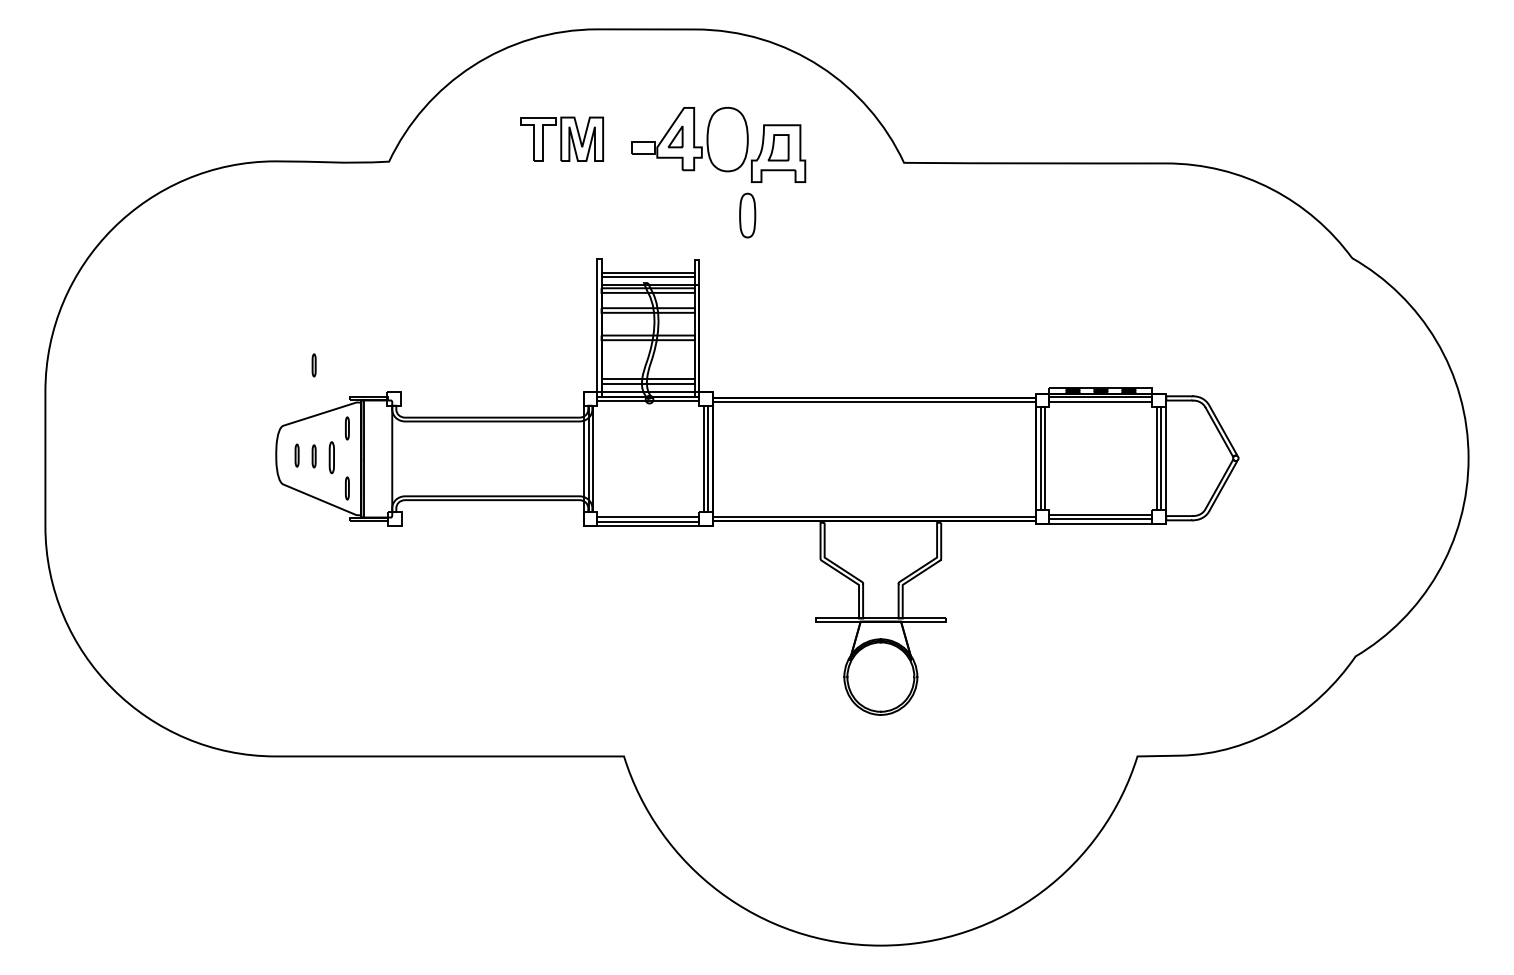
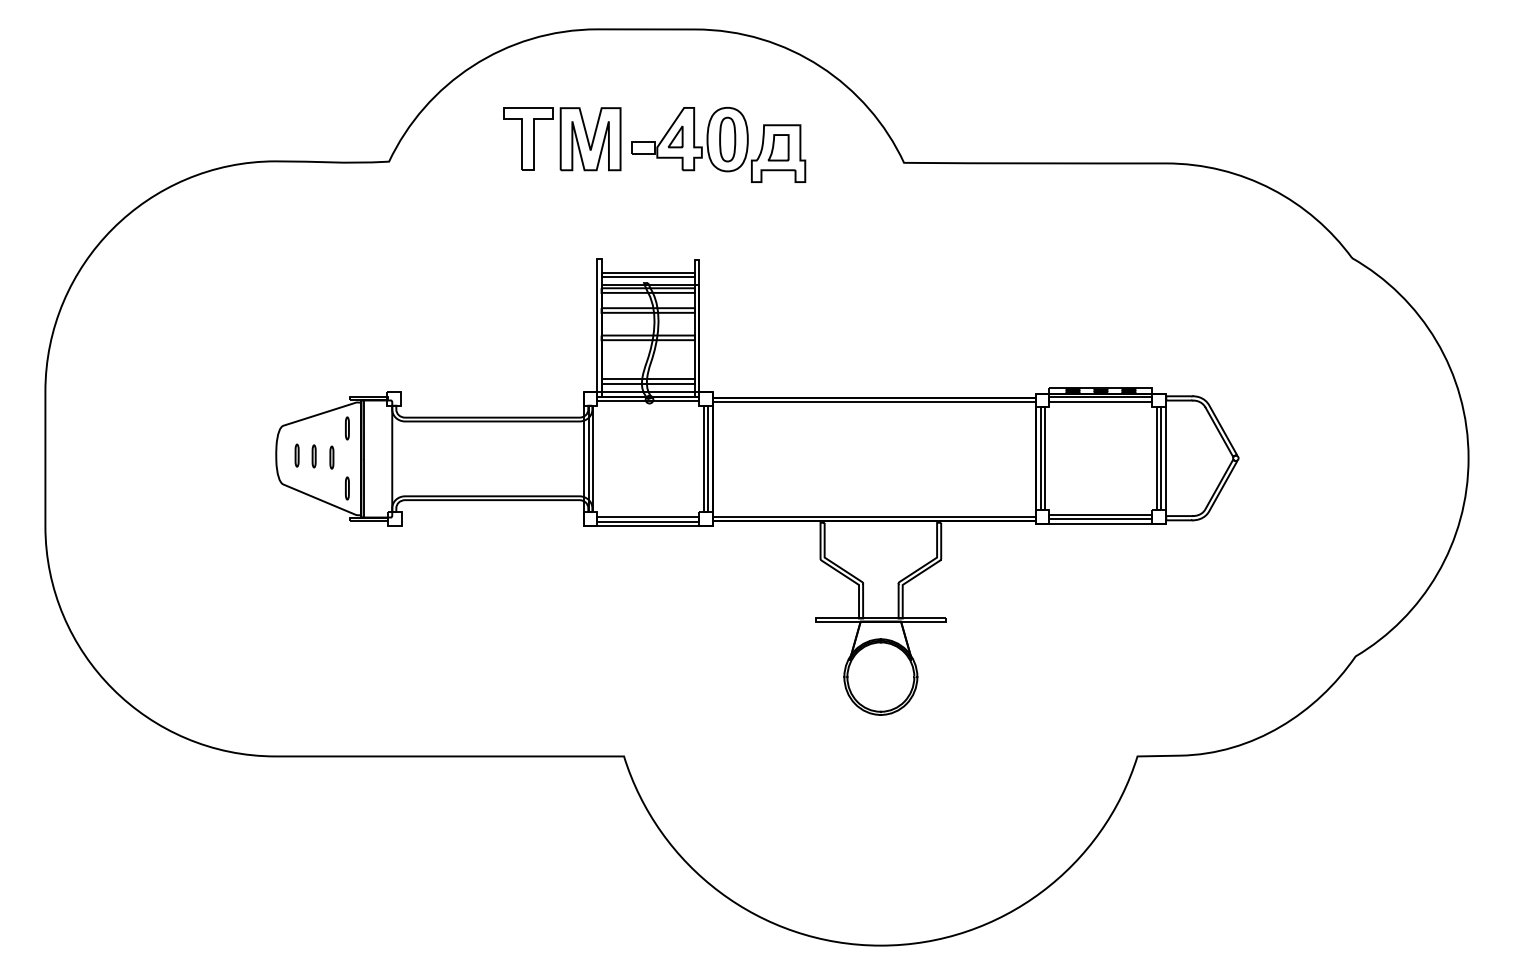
part at (561, 138) size: 84x46 px -> 119x65 px
part at (747, 215) position: (747, 215) -> (727, 139)
part at (313, 365): present -> none
part at (331, 457) size: 7x34 px -> 6x25 px
